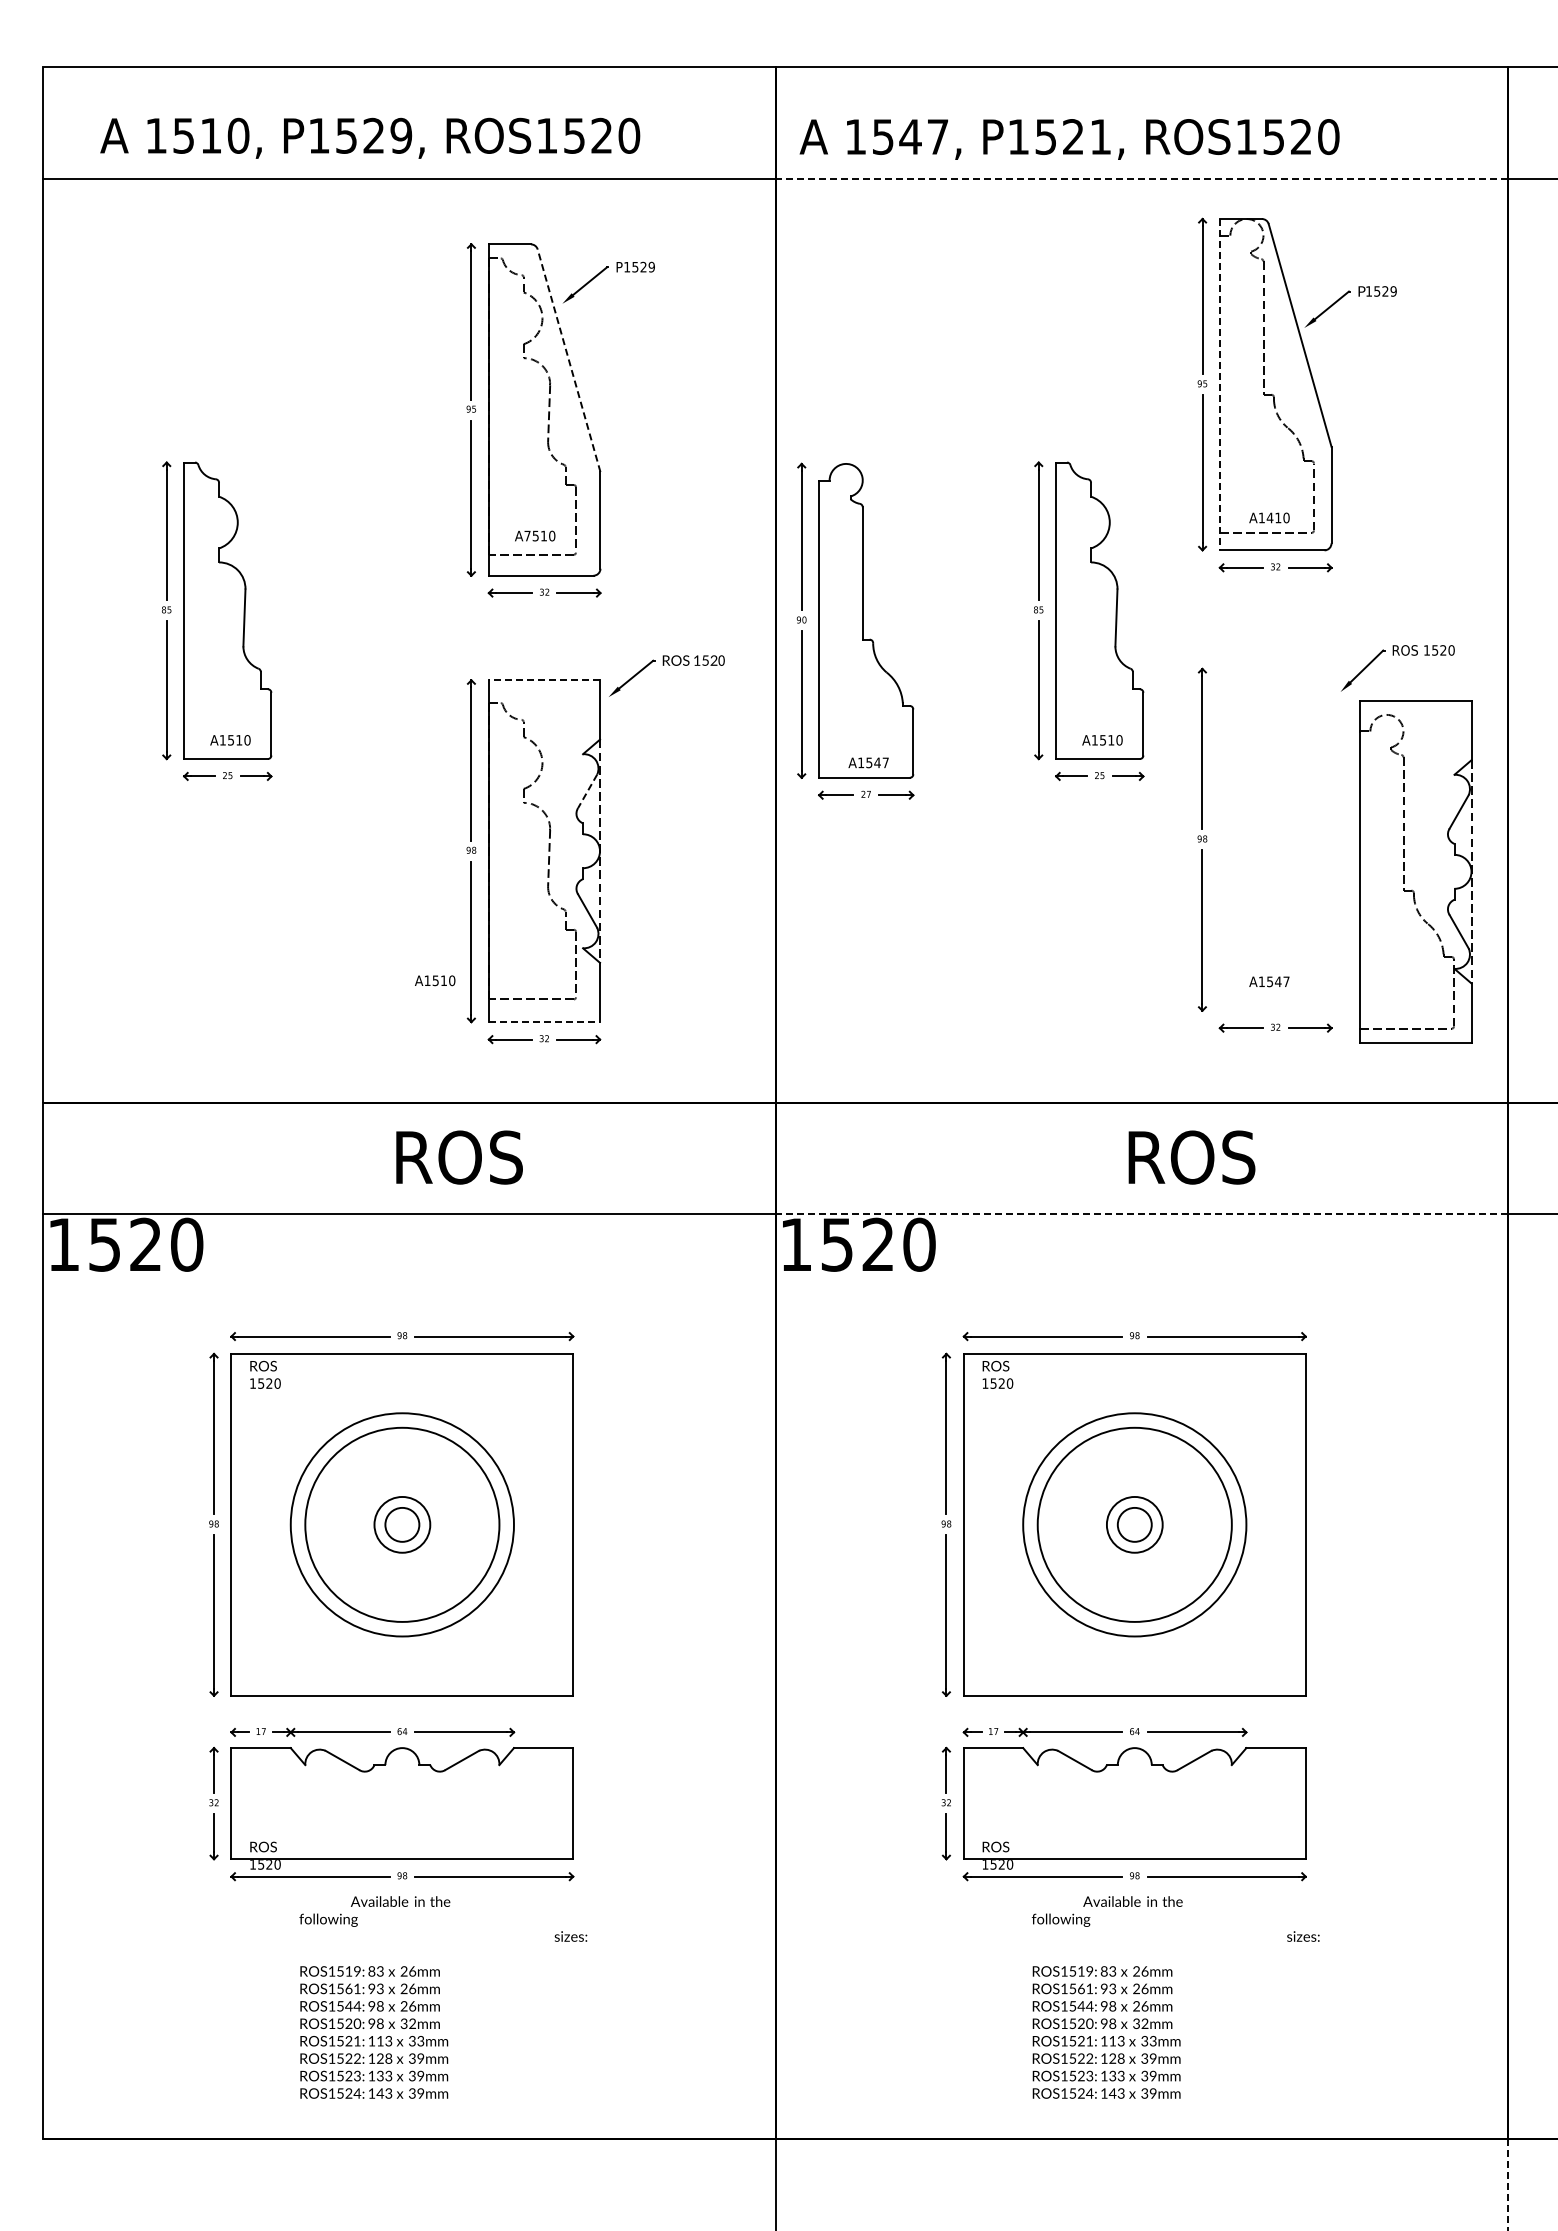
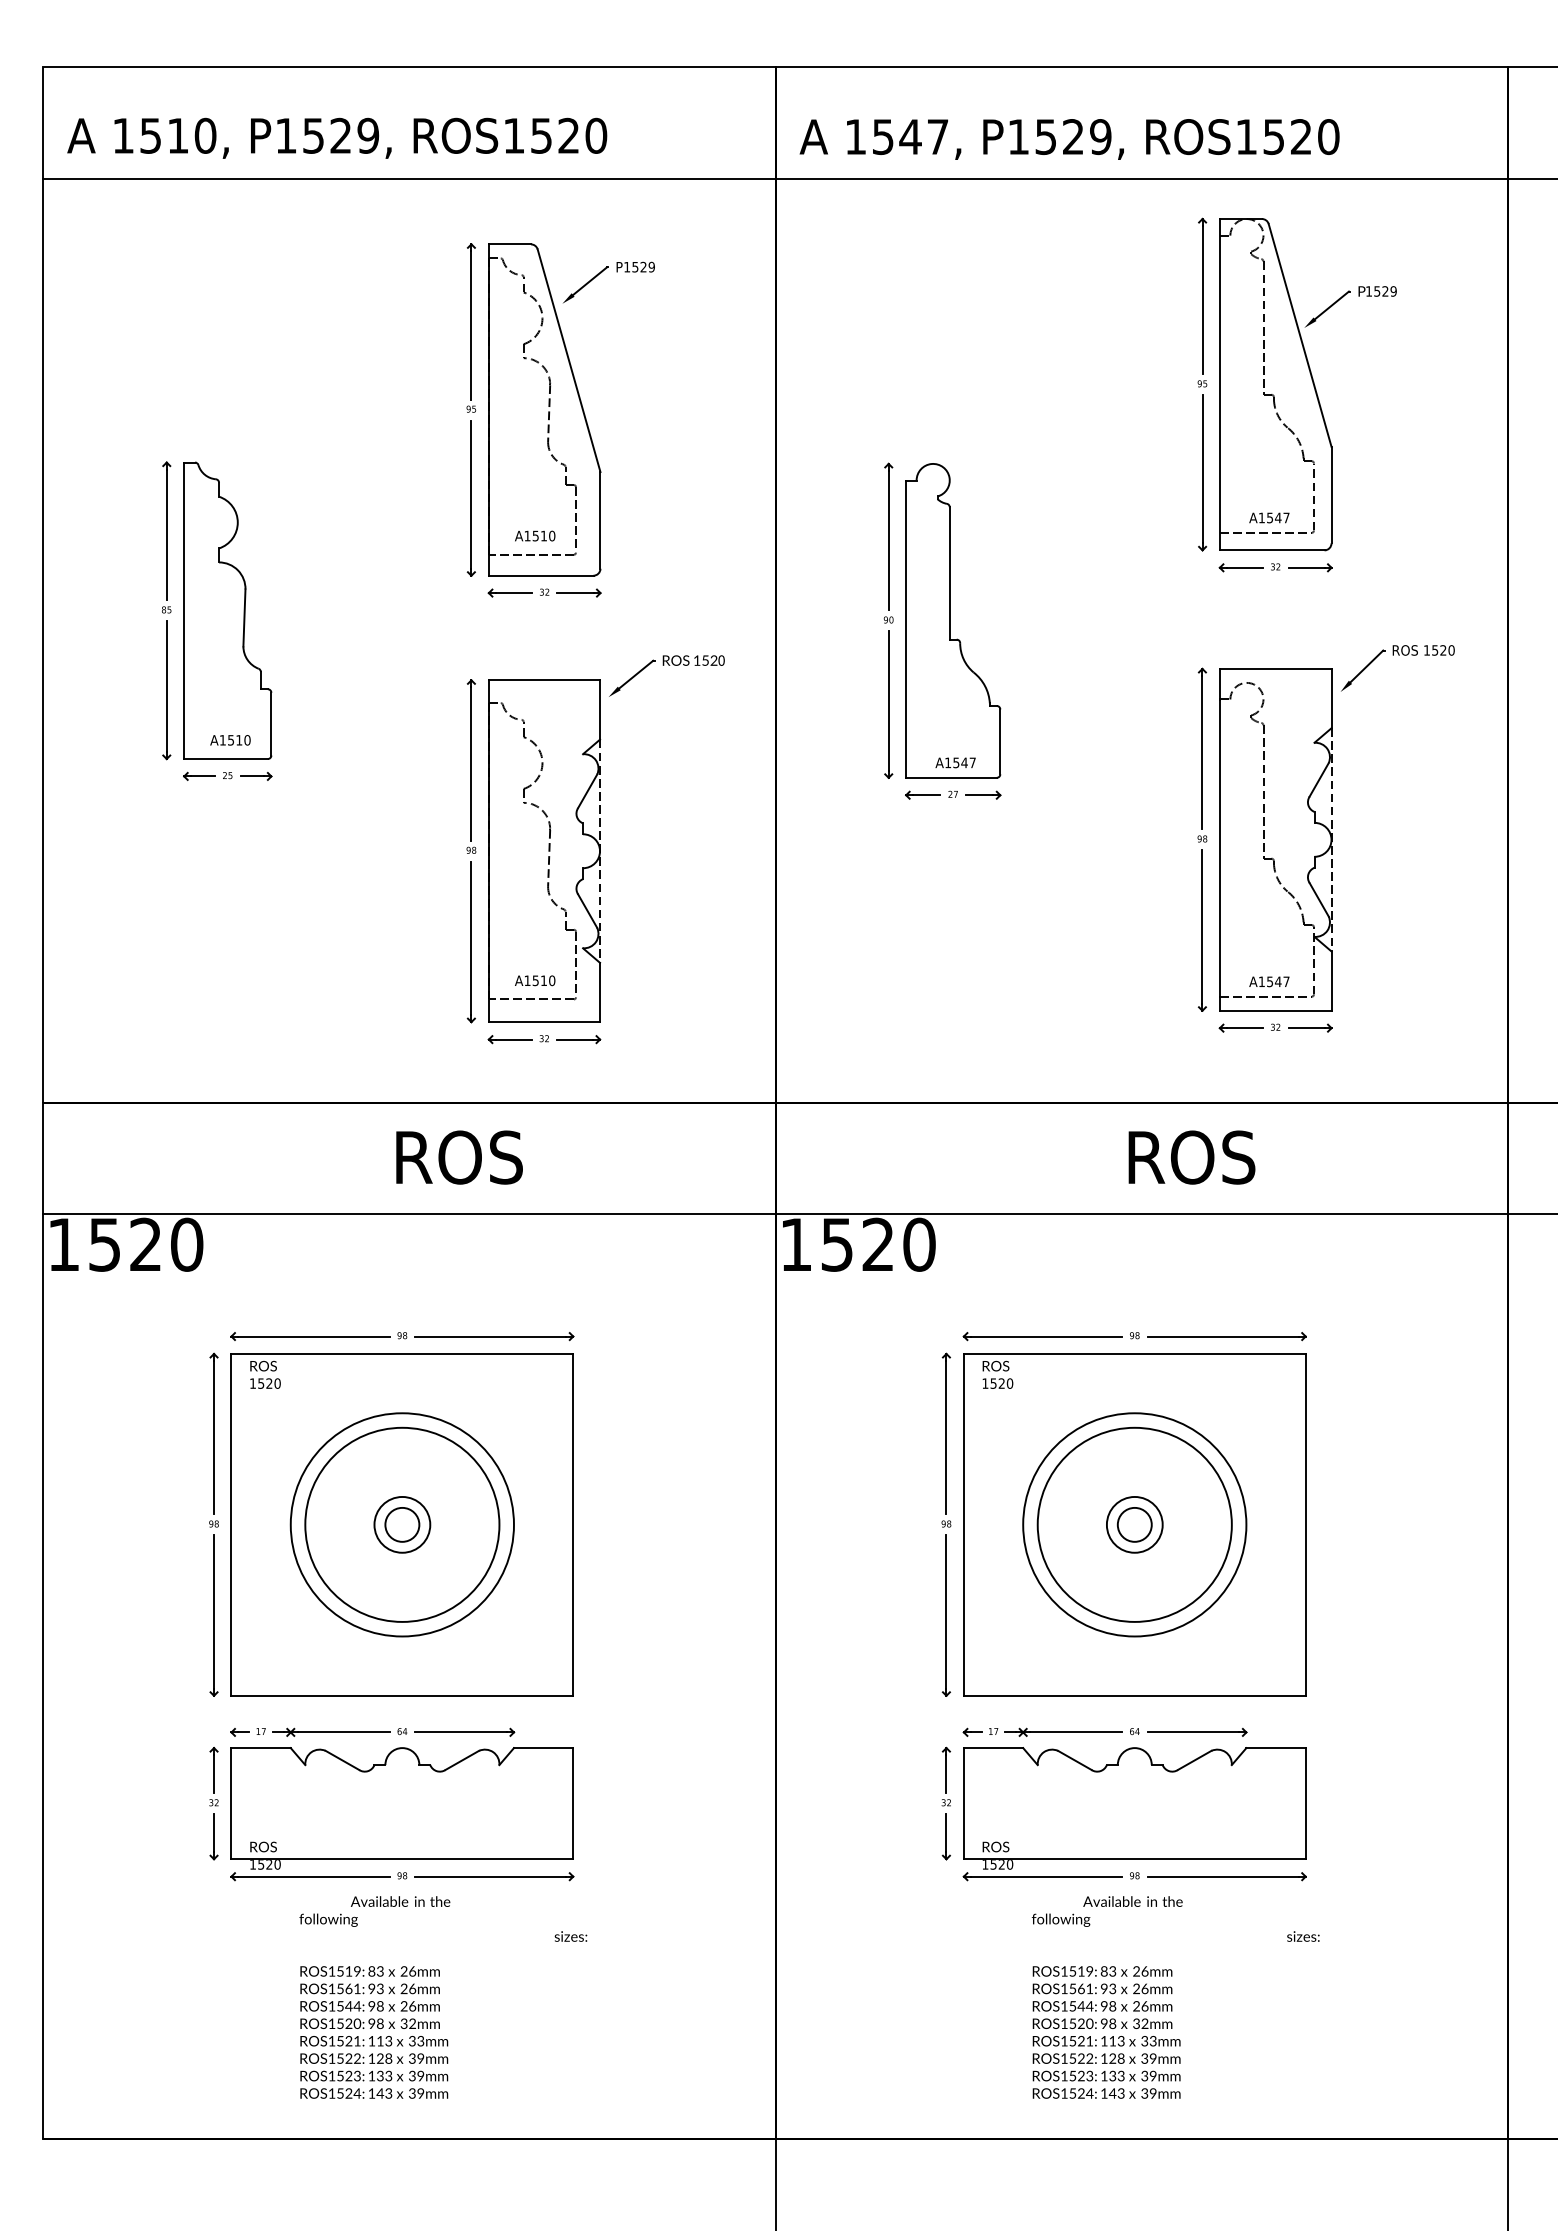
text at (370, 137) position: (370, 137) -> (337, 137)
text at (1100, 137): P1521, -> P1529,
line at (1141, 178): dashed -> solid
line at (569, 360): dashed -> solid
line at (1219, 384): dashed -> solid
text at (1277, 517): A1410 -> A1547
text at (527, 535): A7510 -> A1510
part at (1089, 620): present -> none
part at (855, 630) position: (855, 630) -> (942, 630)
line at (544, 680): dashed -> solid
line at (587, 791): dashed -> solid
part at (1415, 871) position: (1415, 871) -> (1275, 839)
text at (435, 980) position: (435, 980) -> (535, 980)
line at (544, 1022): dashed -> solid
line at (1141, 1214): dashed -> solid
line at (1508, 2184): dashed -> solid
